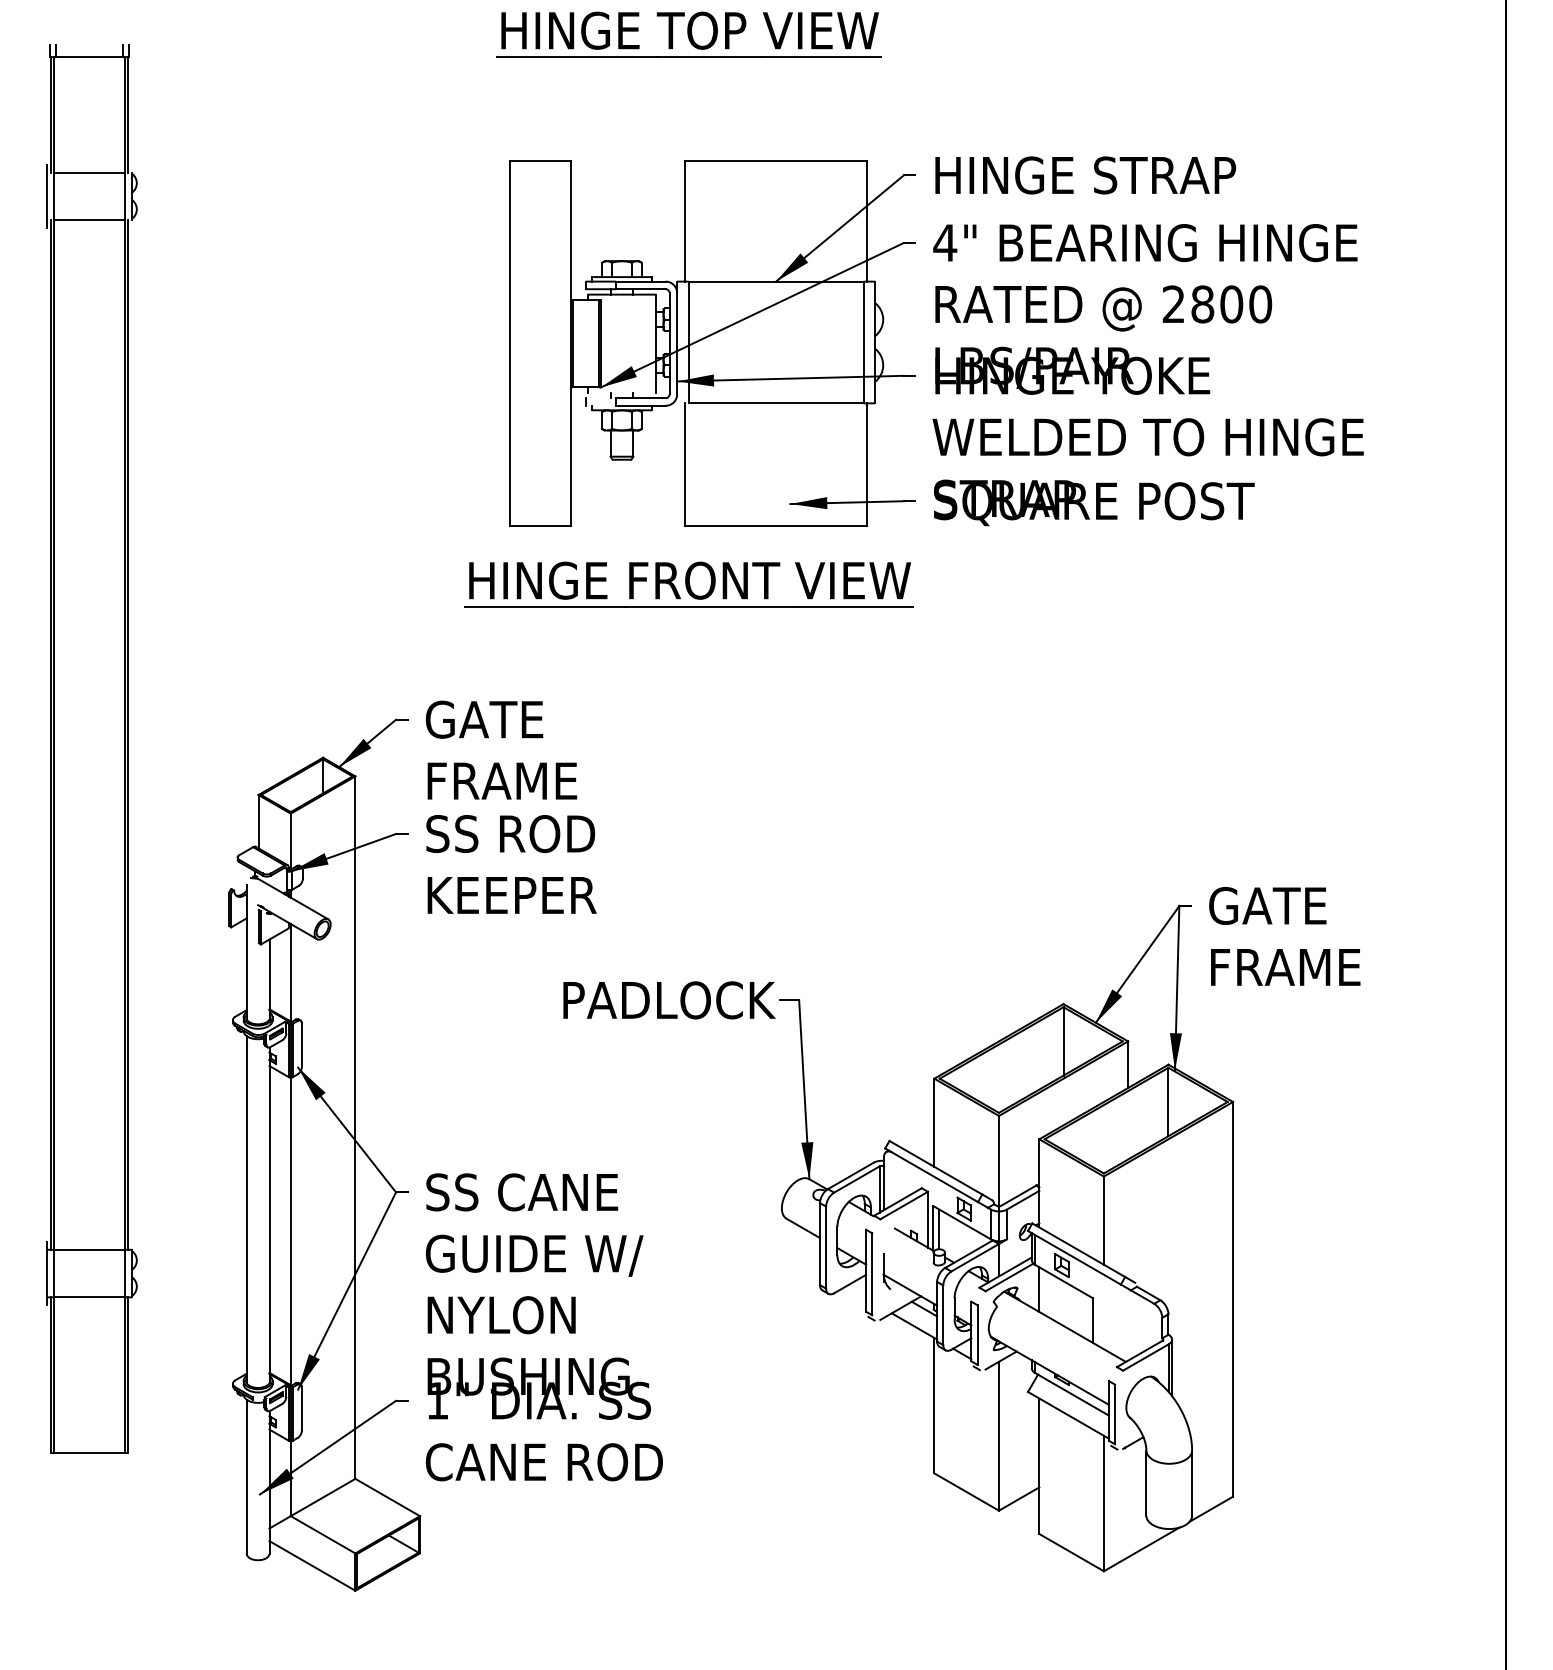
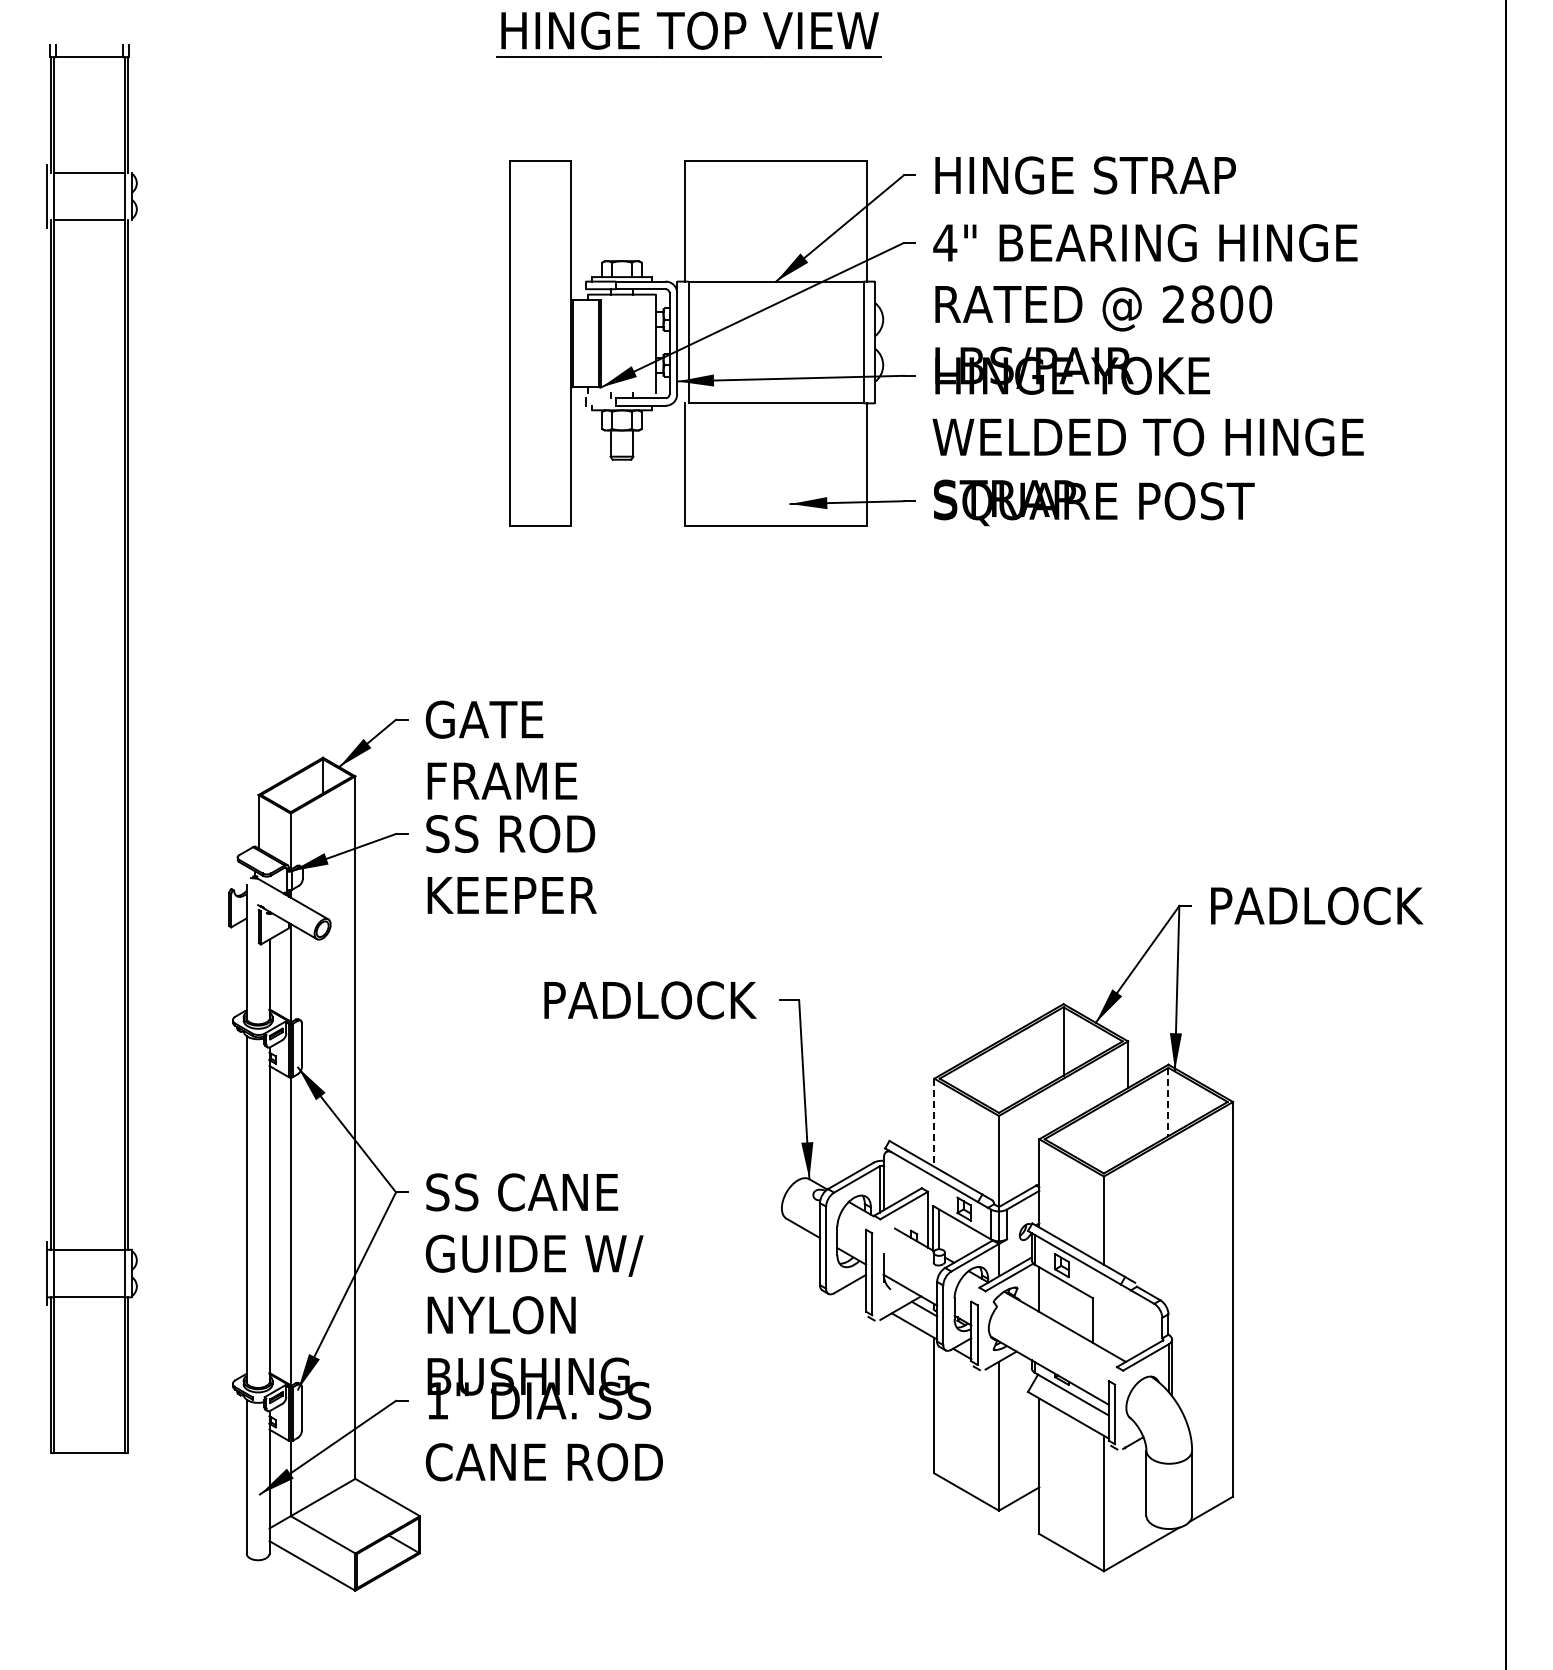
part at (688, 584): present -> none
text at (1316, 936): GATE FRAME -> PADLOCK
text at (669, 1000) position: (669, 1000) -> (650, 1000)
line at (1168, 1102): solid -> dashed
line at (934, 1123): solid -> dashed
